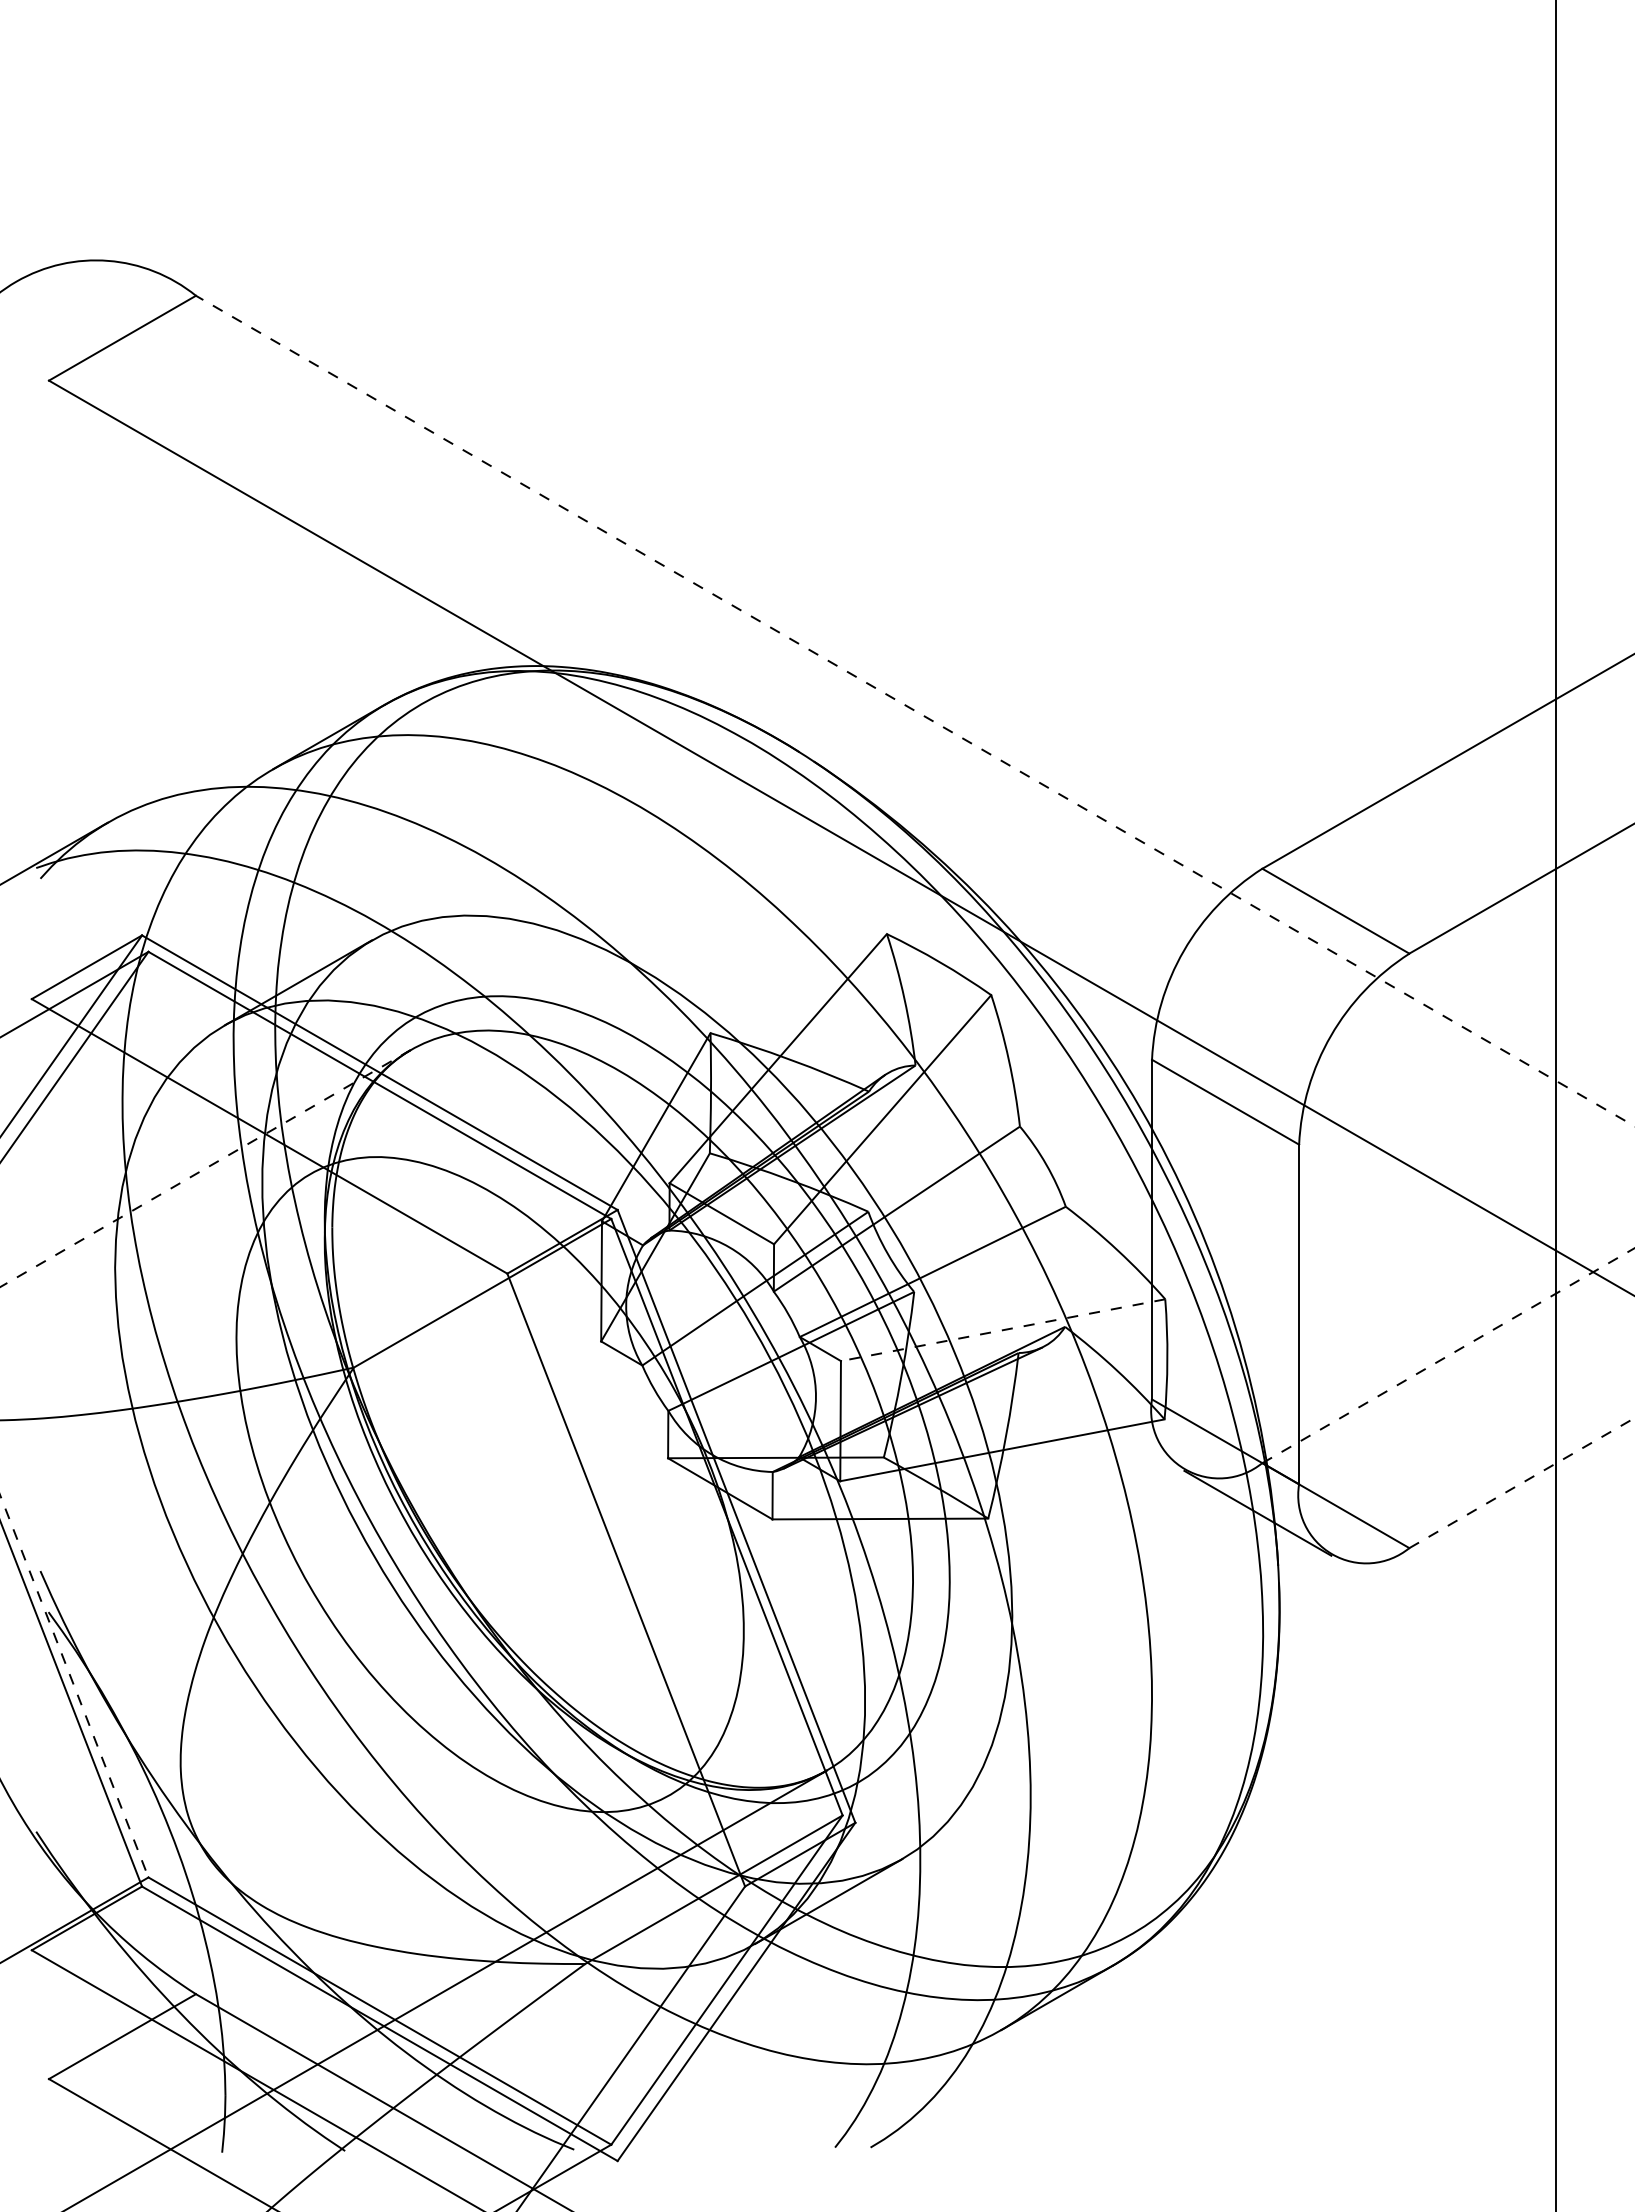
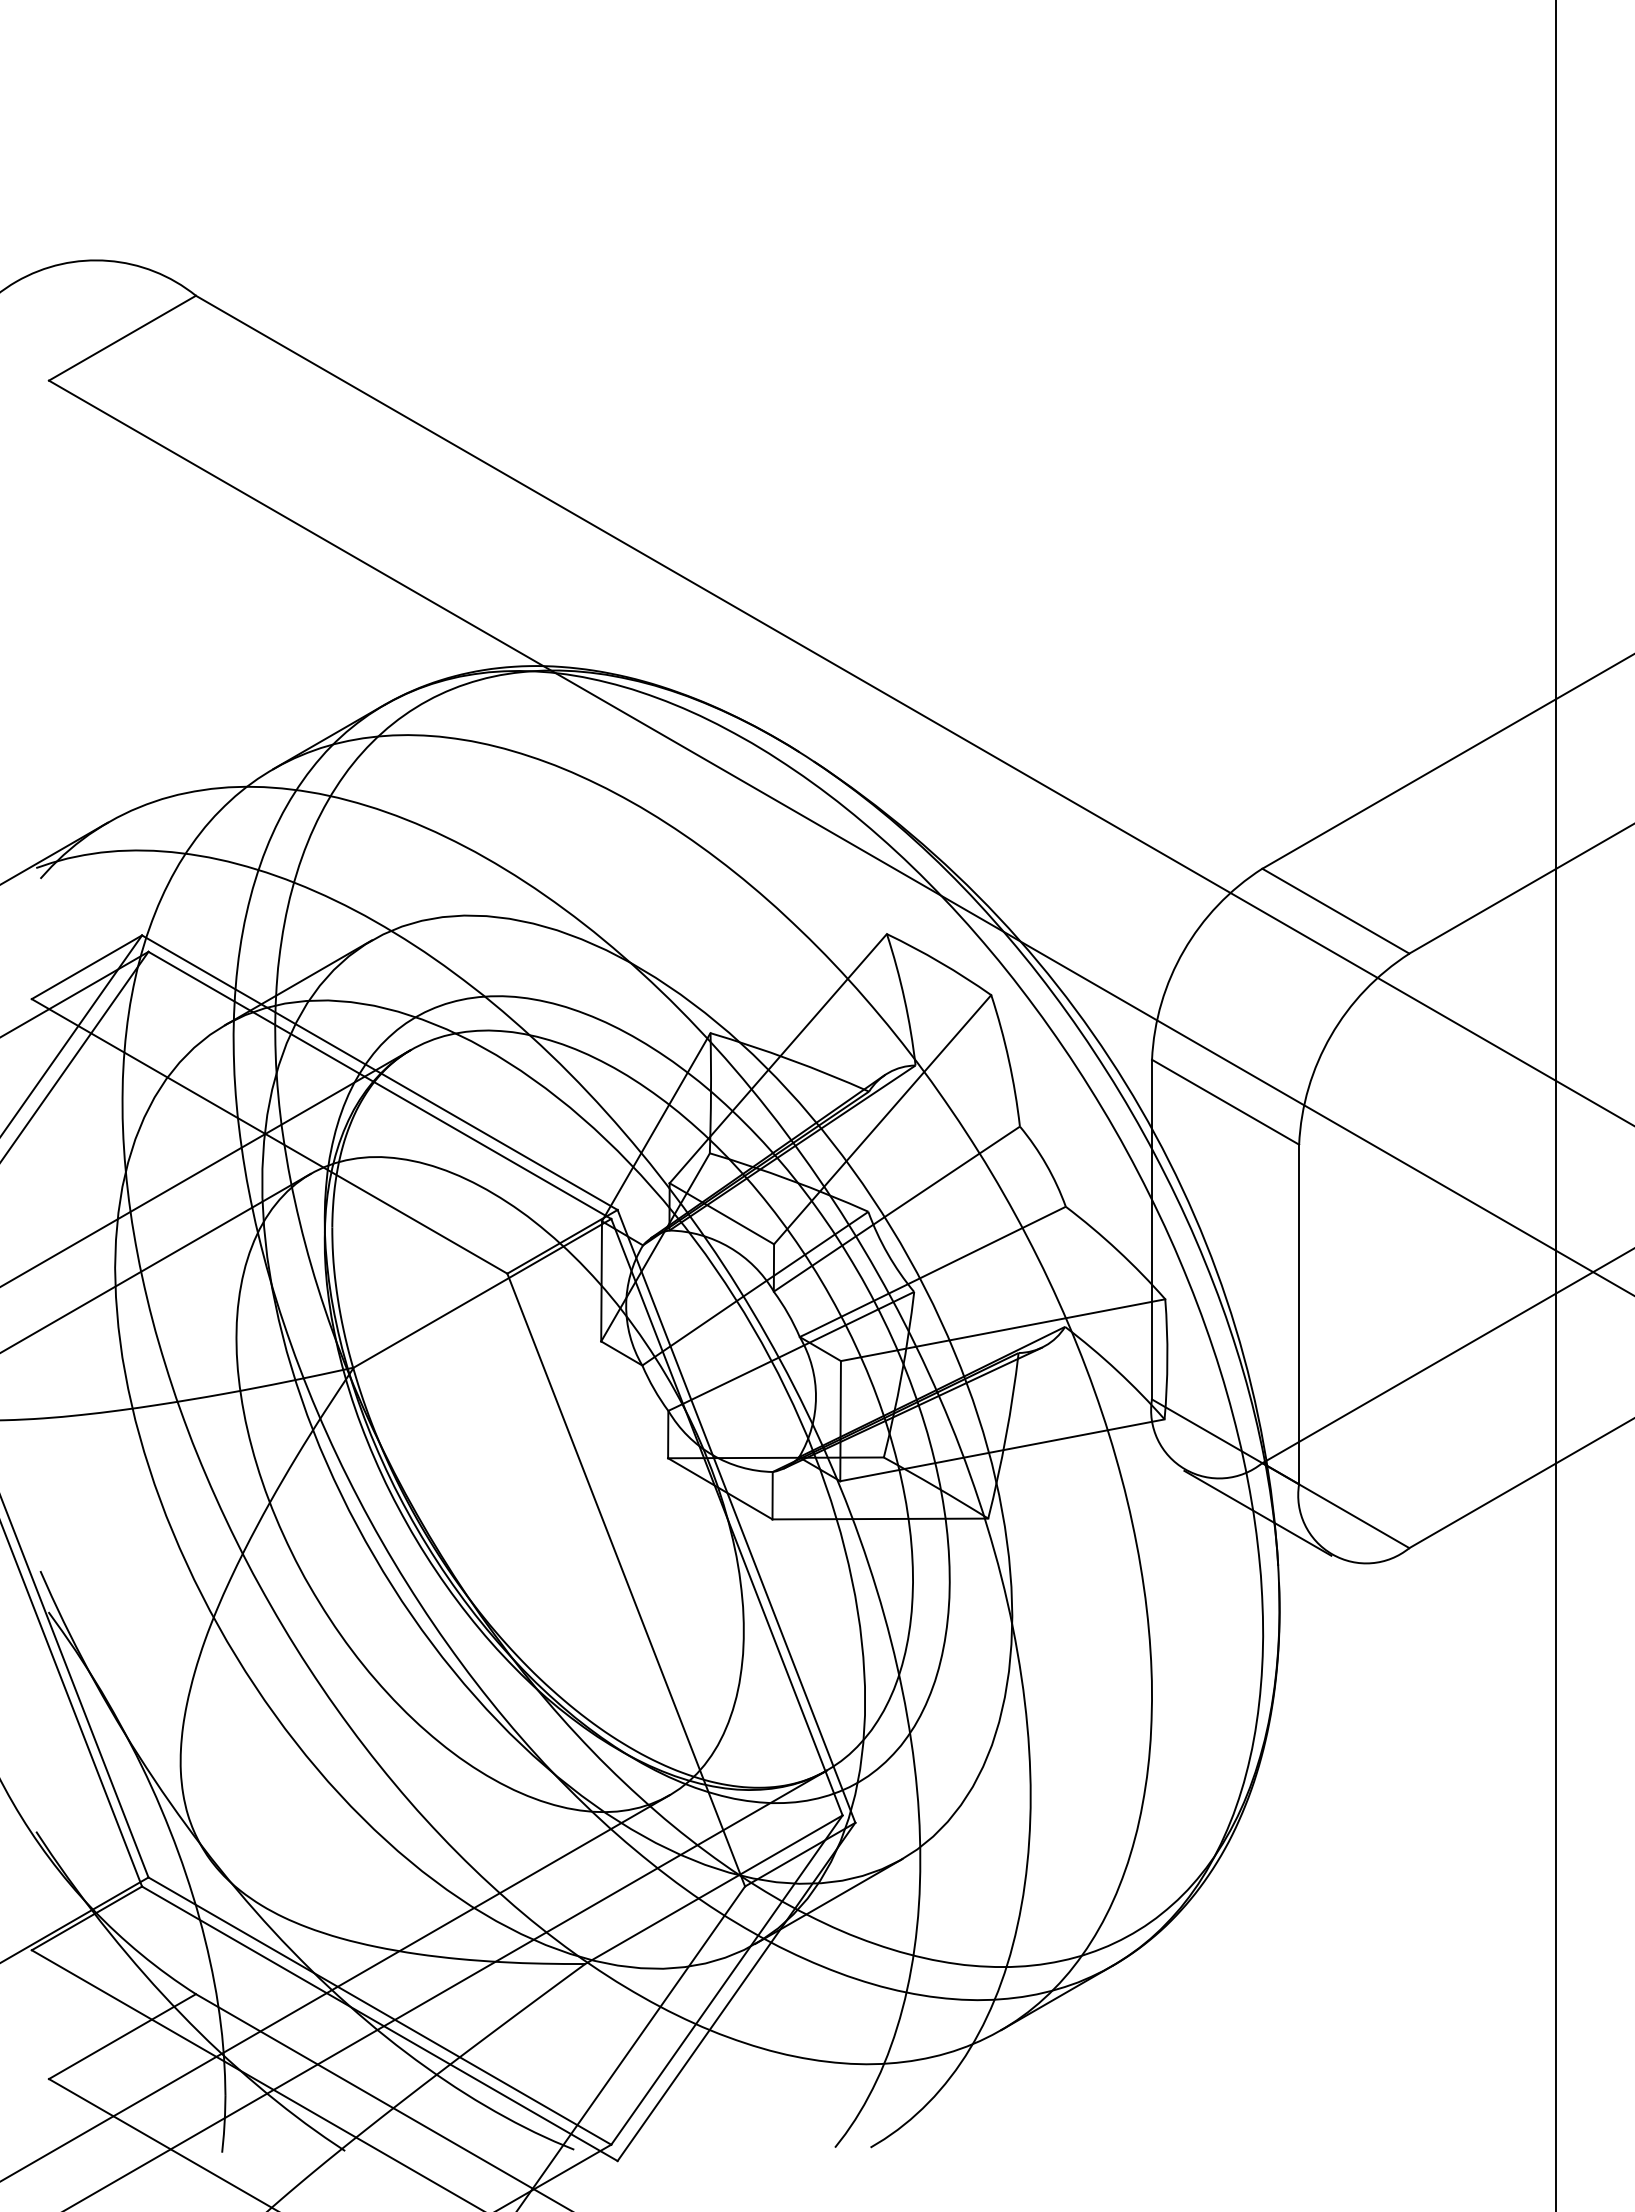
line at (914, 710): dashed -> solid
line at (205, 1168): dashed -> solid
line at (156, 1262): none -> present
line at (1002, 1330): dashed -> solid
line at (1448, 1355): dashed -> solid
line at (1521, 1483): dashed -> solid
line at (74, 1686): dashed -> solid
line at (335, 1987): none -> present
